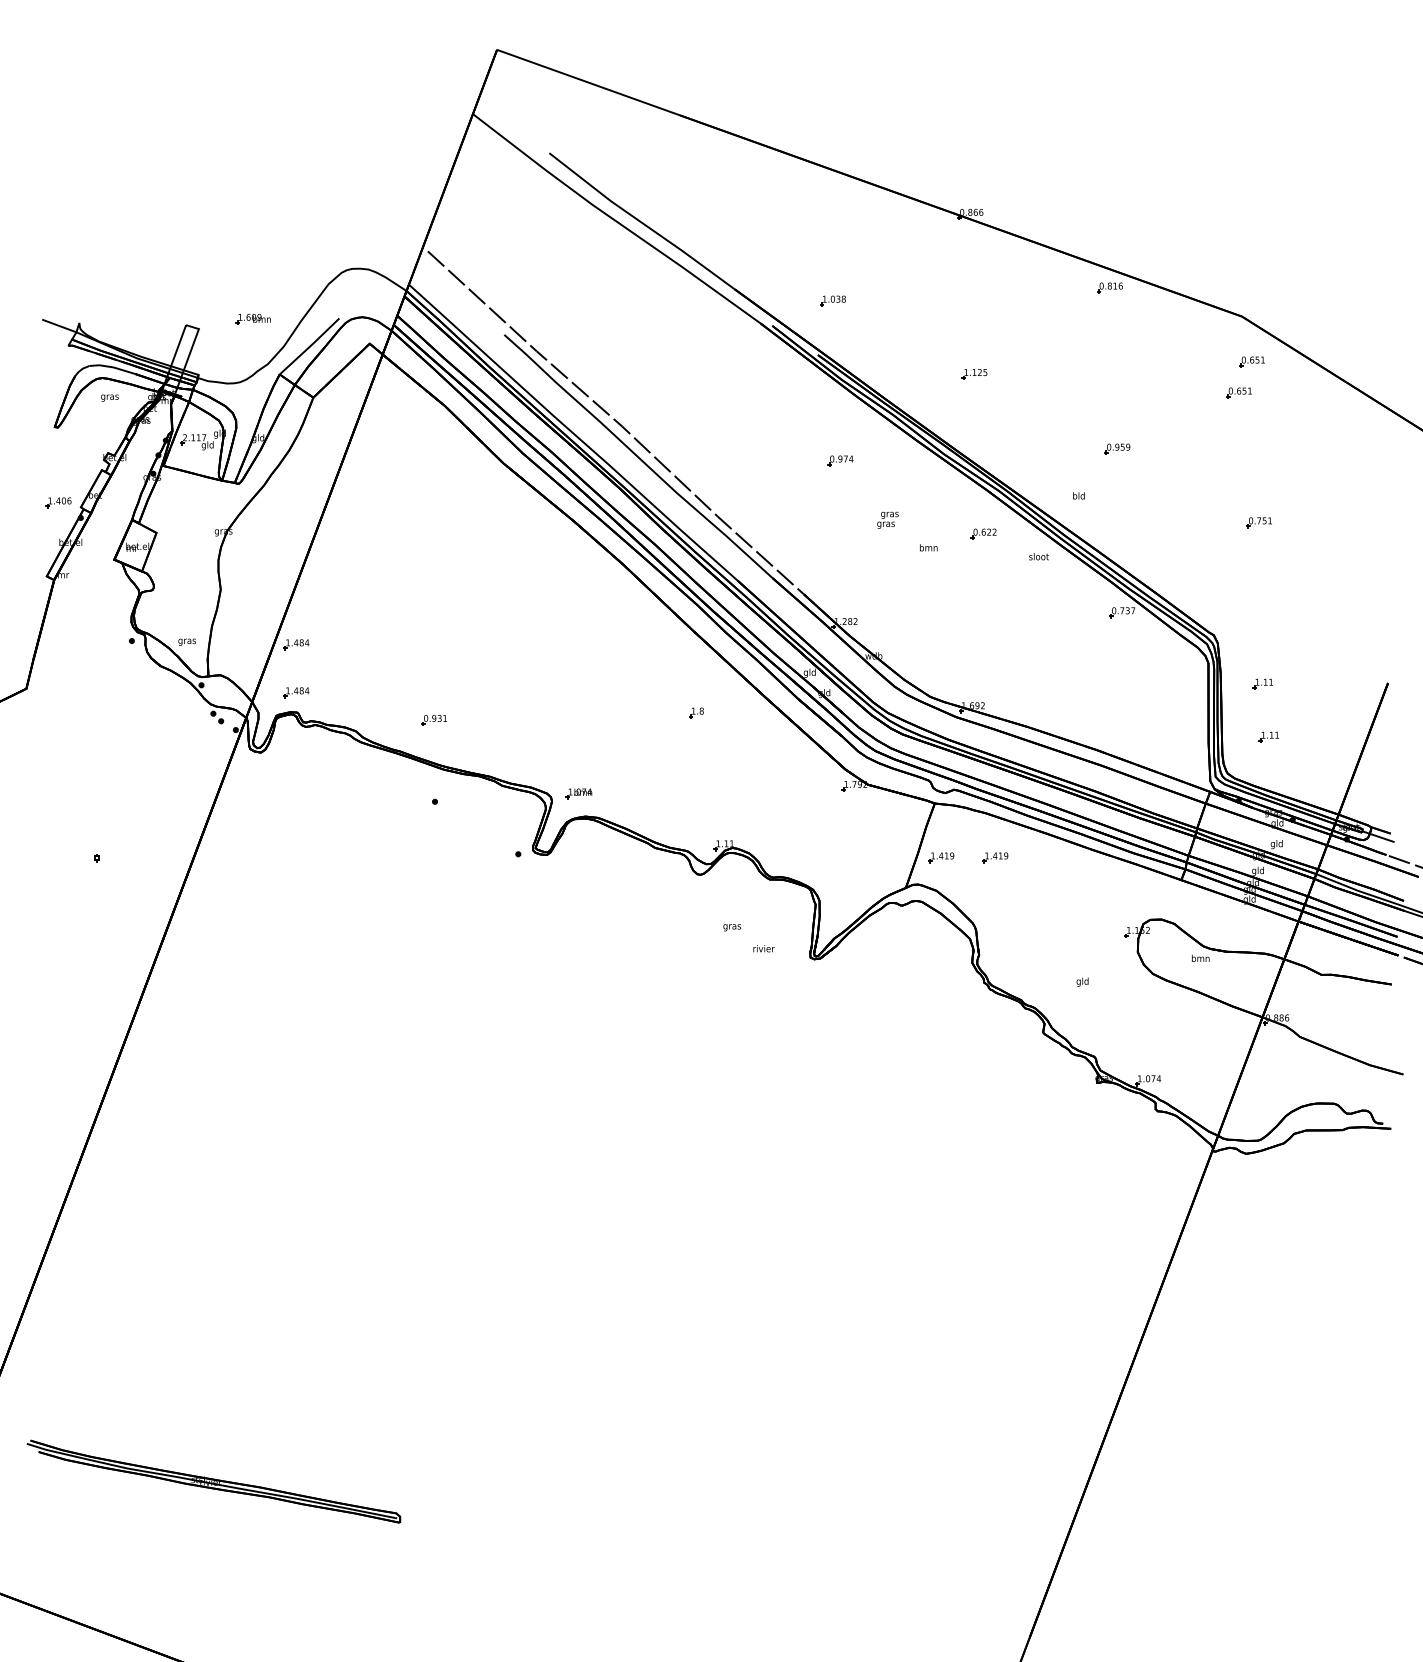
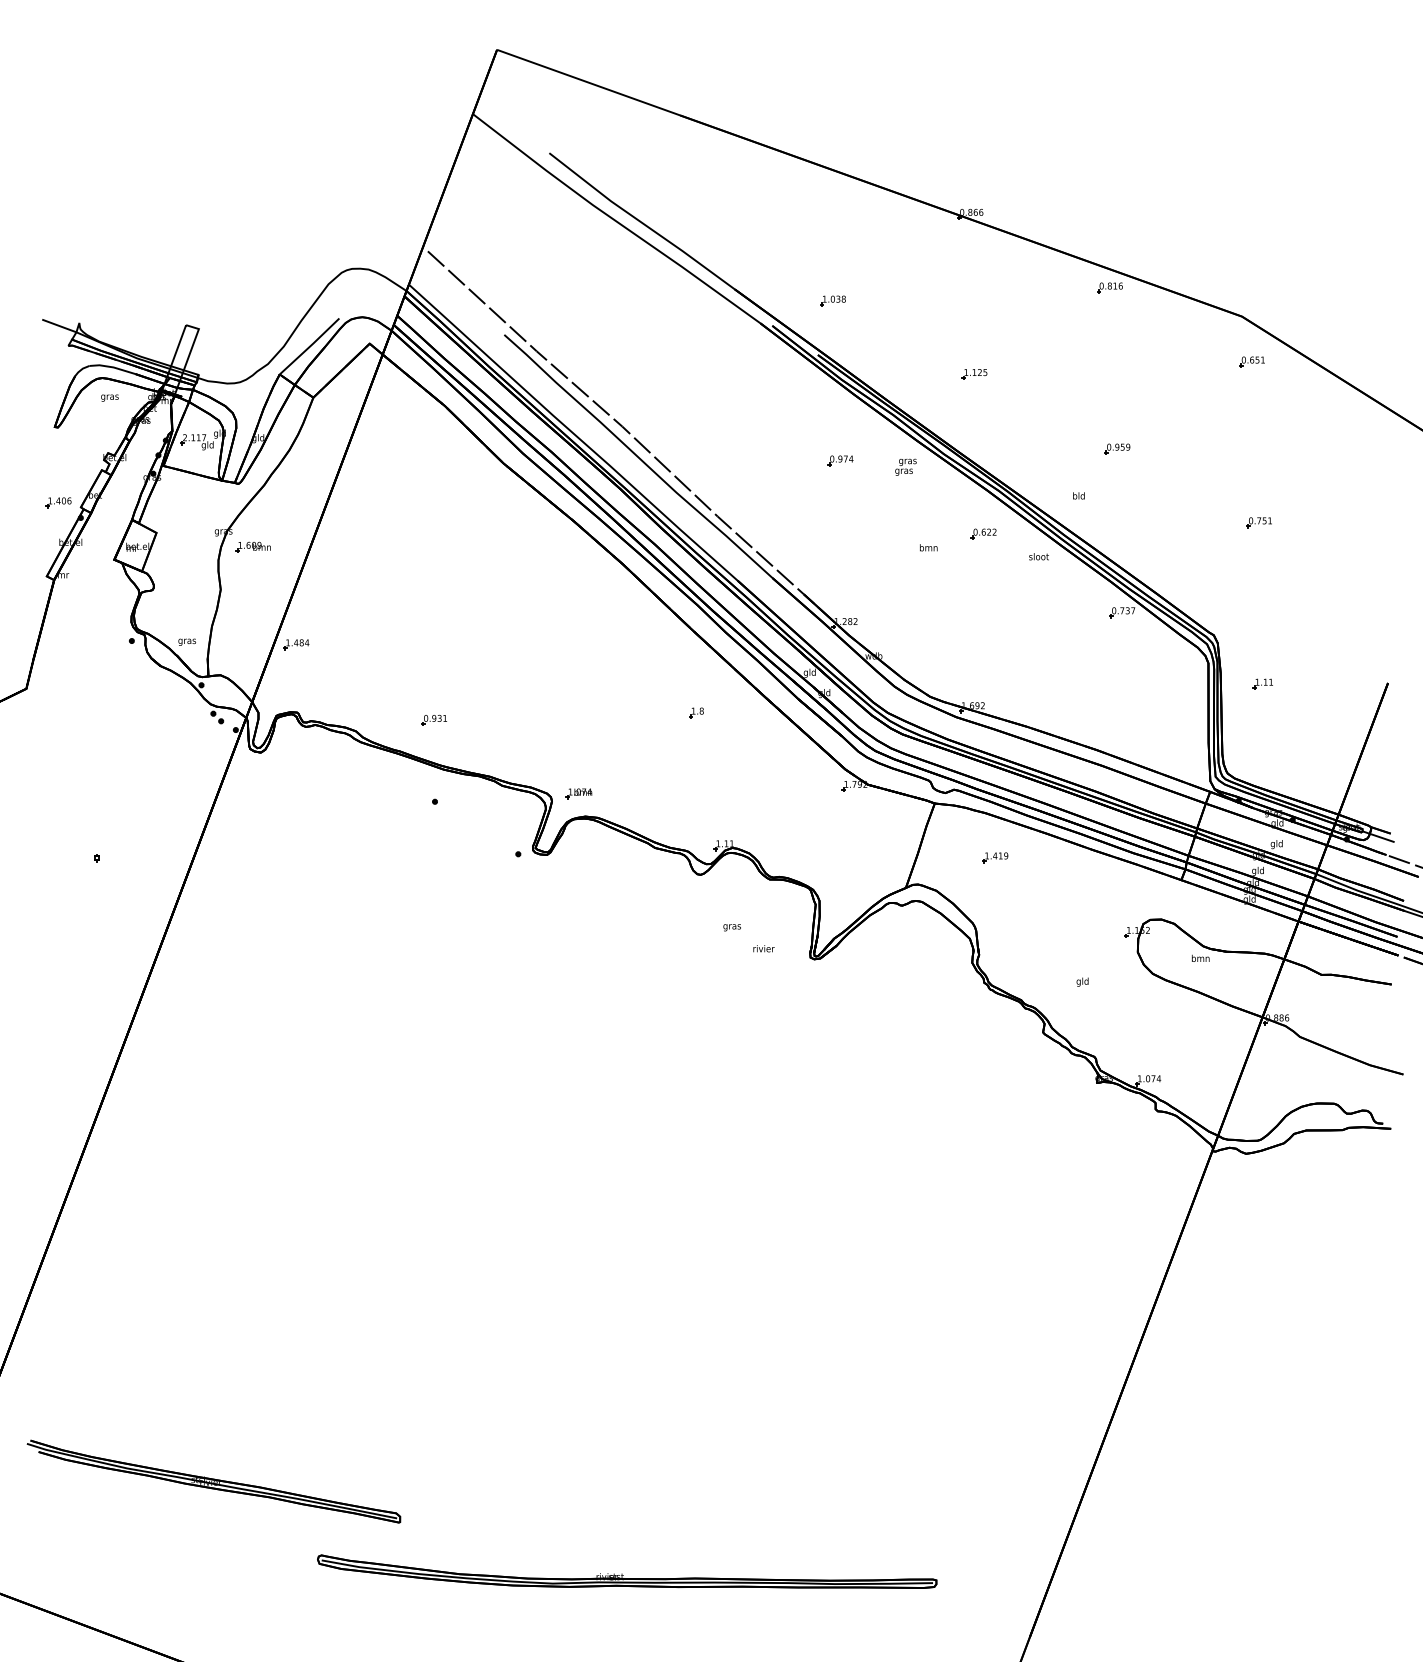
part at (252, 318) position: (252, 318) -> (252, 546)
part at (1238, 392): present -> none
text at (887, 519) position: (887, 519) -> (905, 466)
part at (296, 692): present -> none
part at (1268, 736): present -> none
part at (941, 857): present -> none
part at (627, 1571): none -> present
